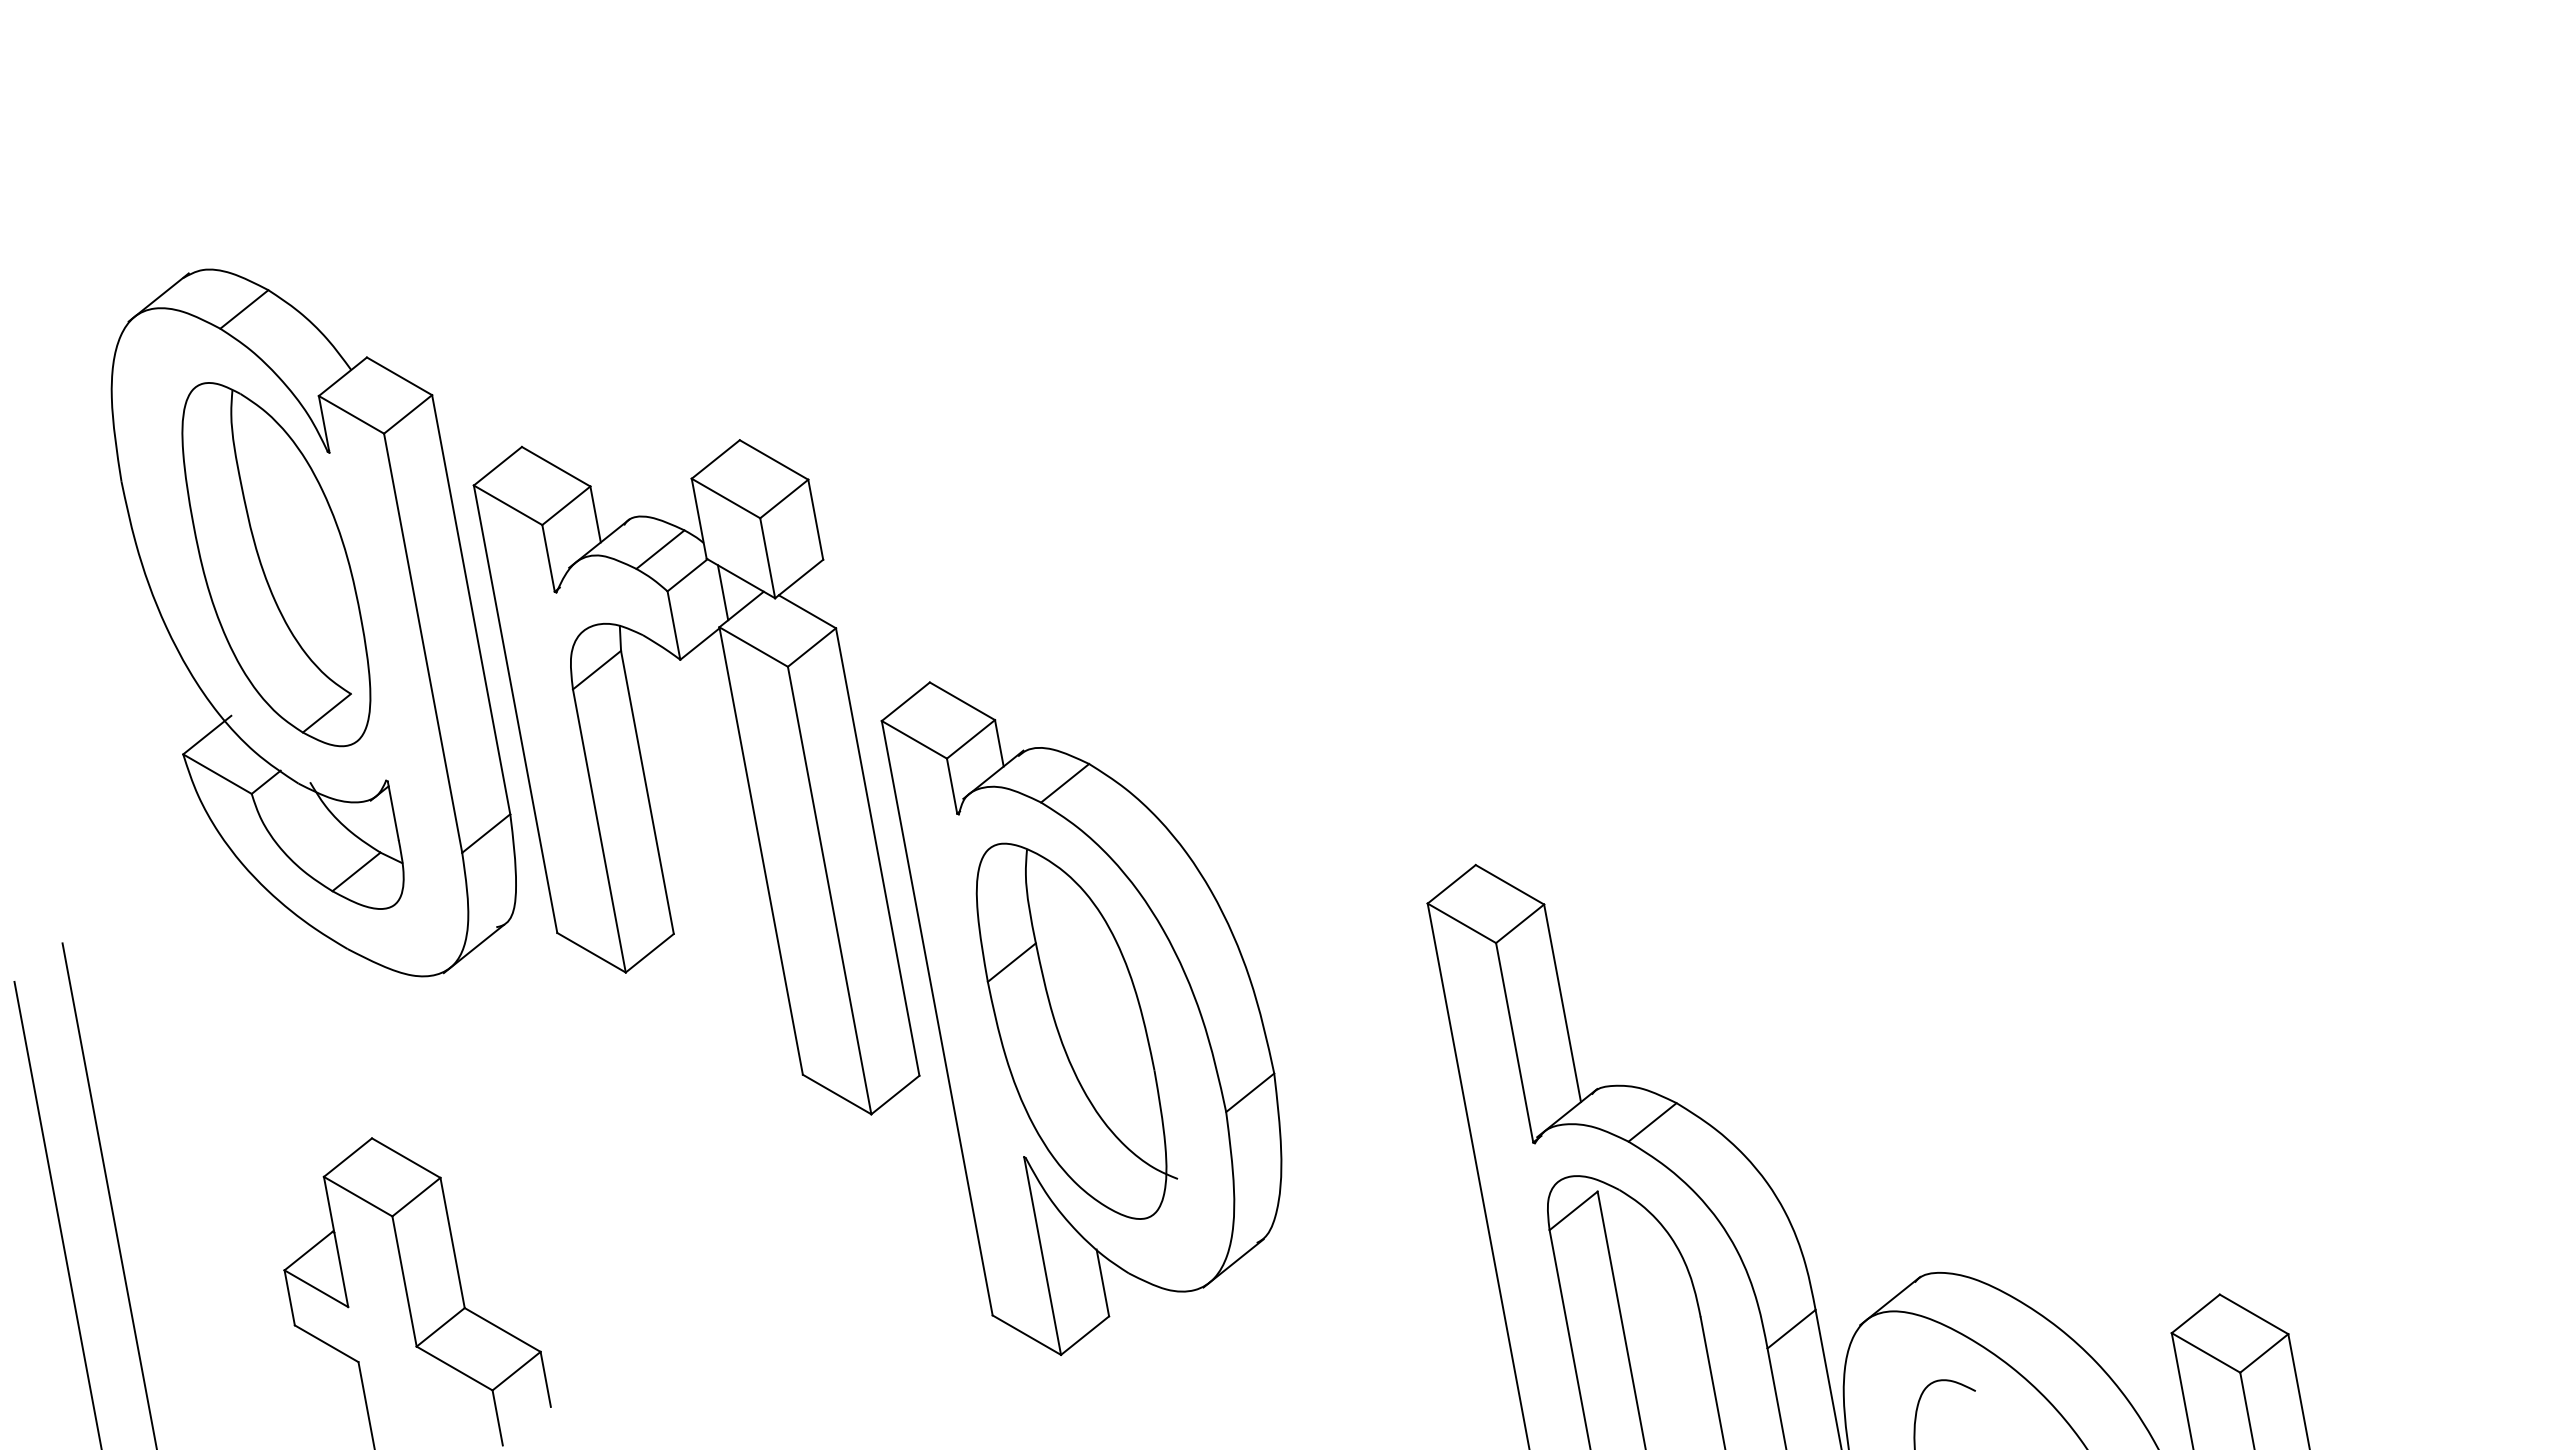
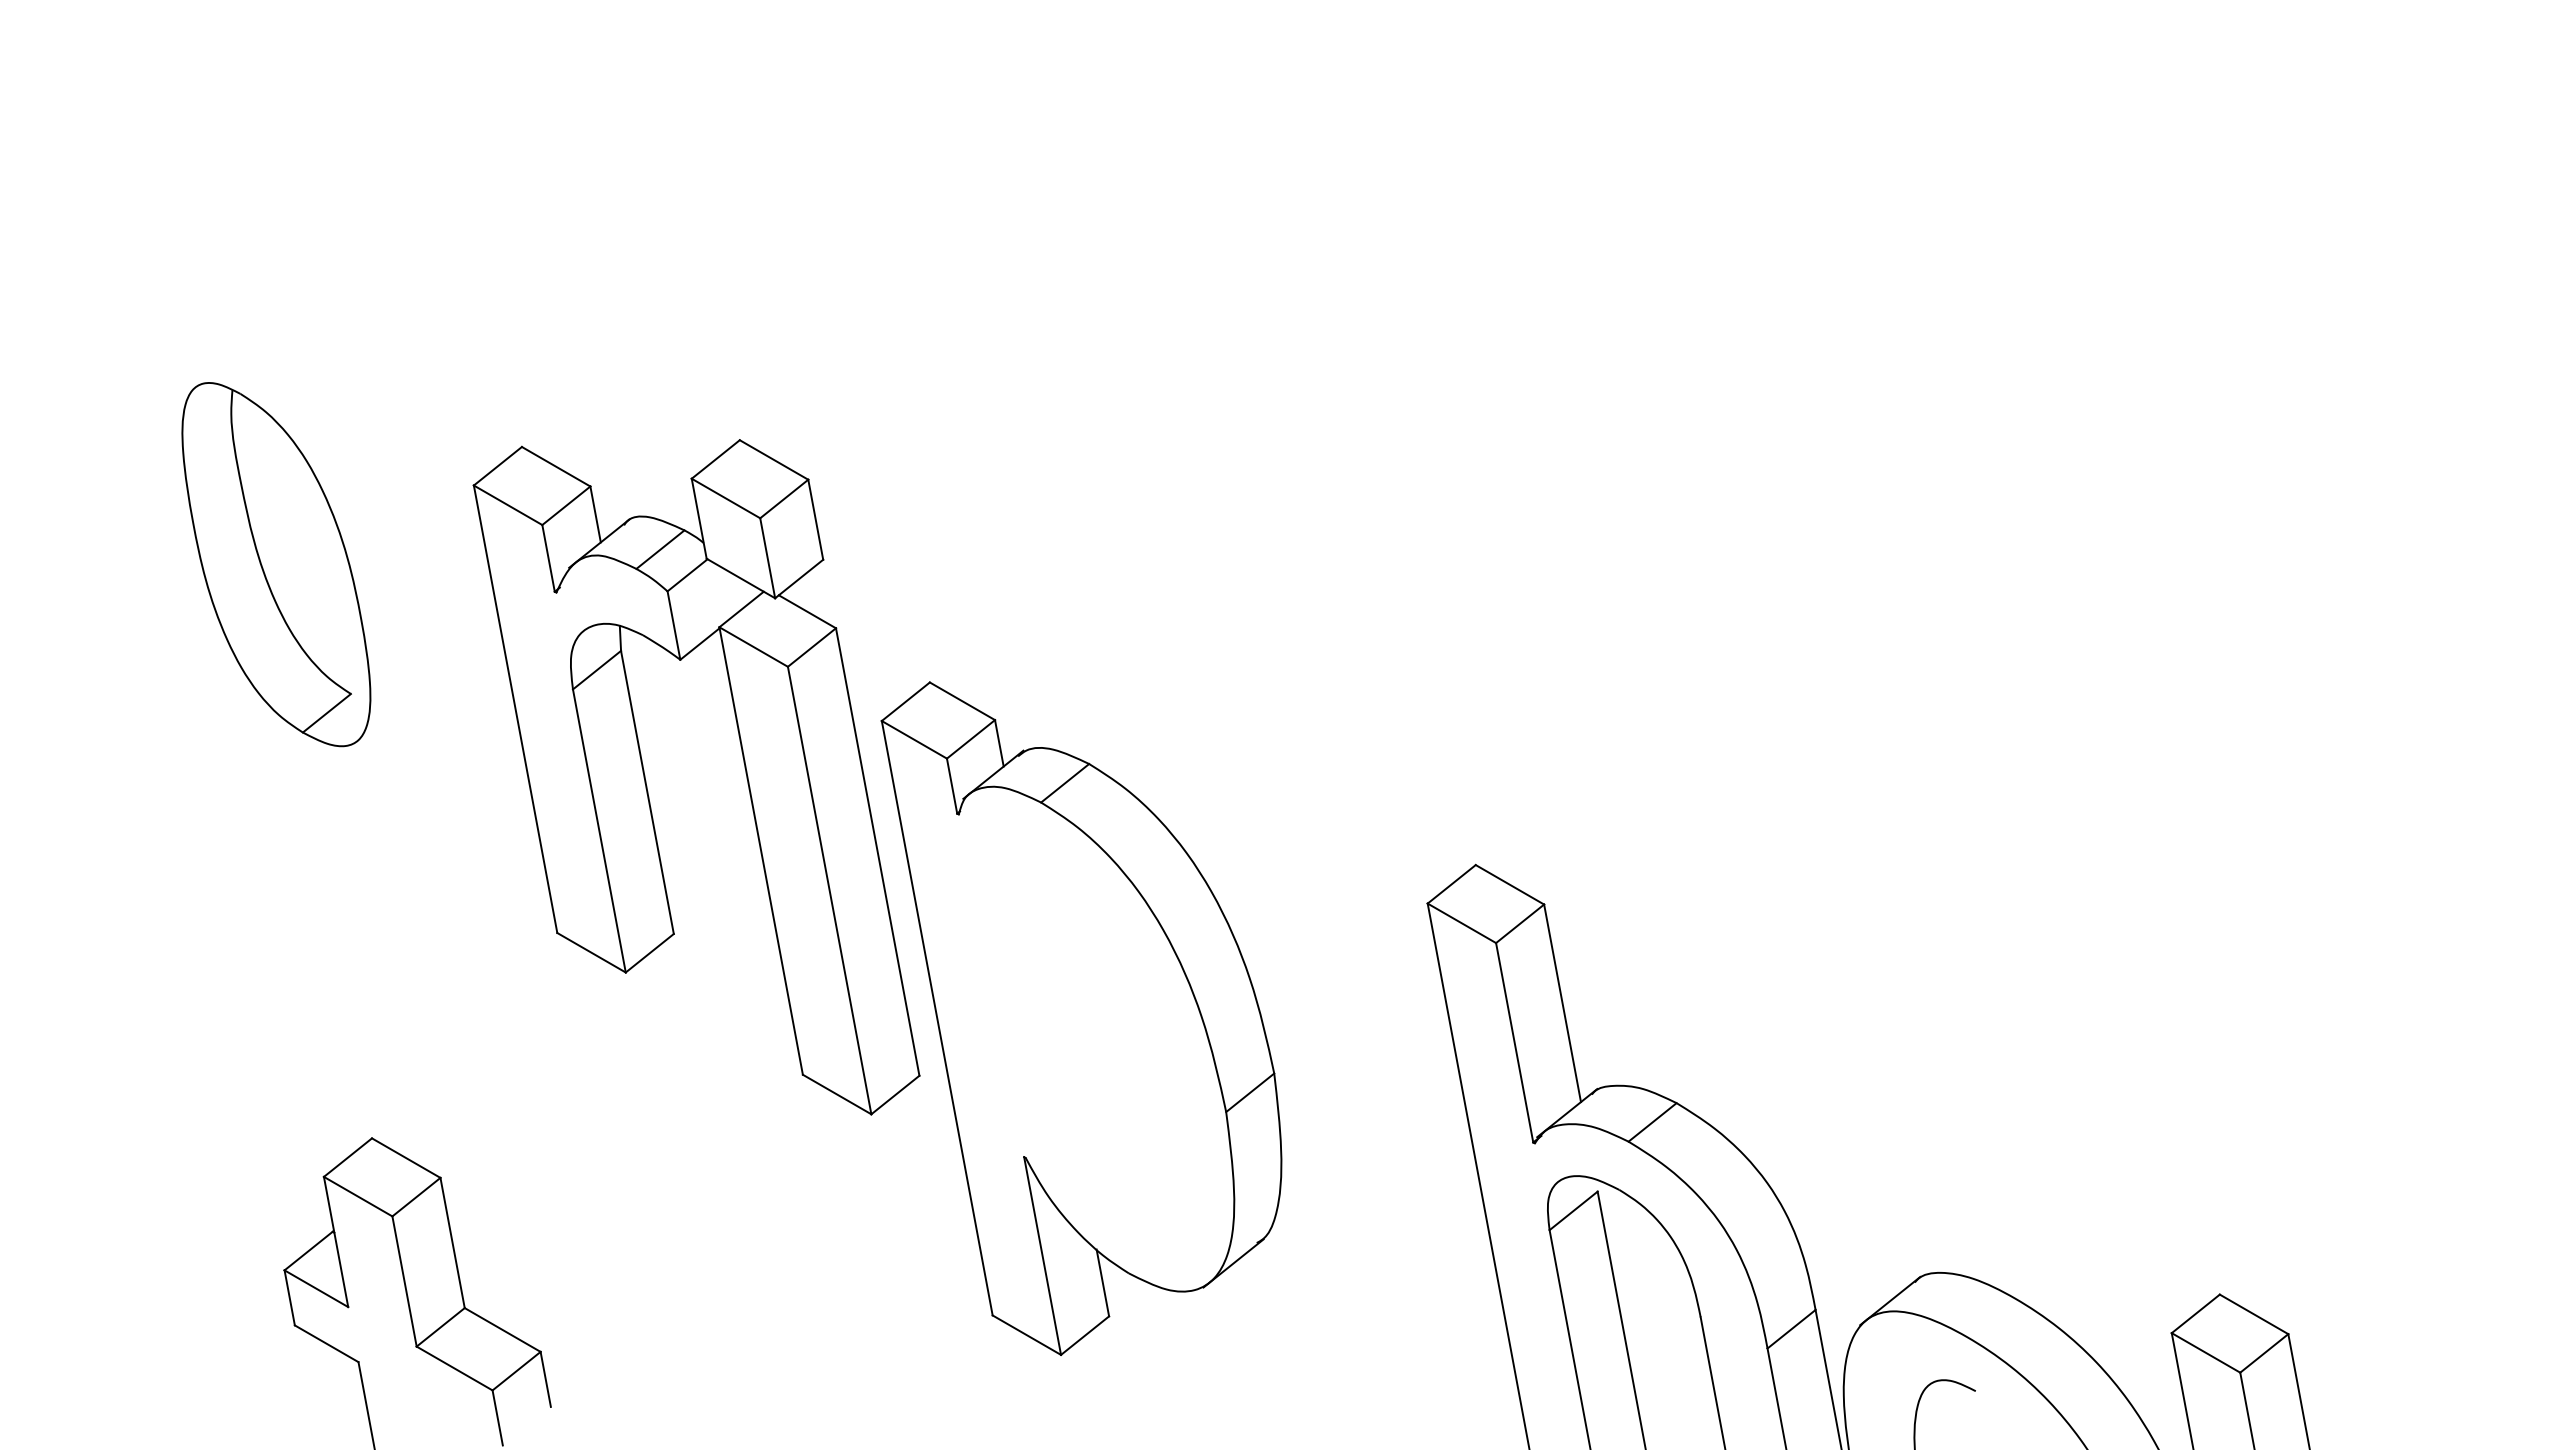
line at (722, 592): present -> none
part at (313, 622): present -> none
part at (1076, 1030): present -> none
line at (109, 1194): present -> none
line at (57, 1213): present -> none
